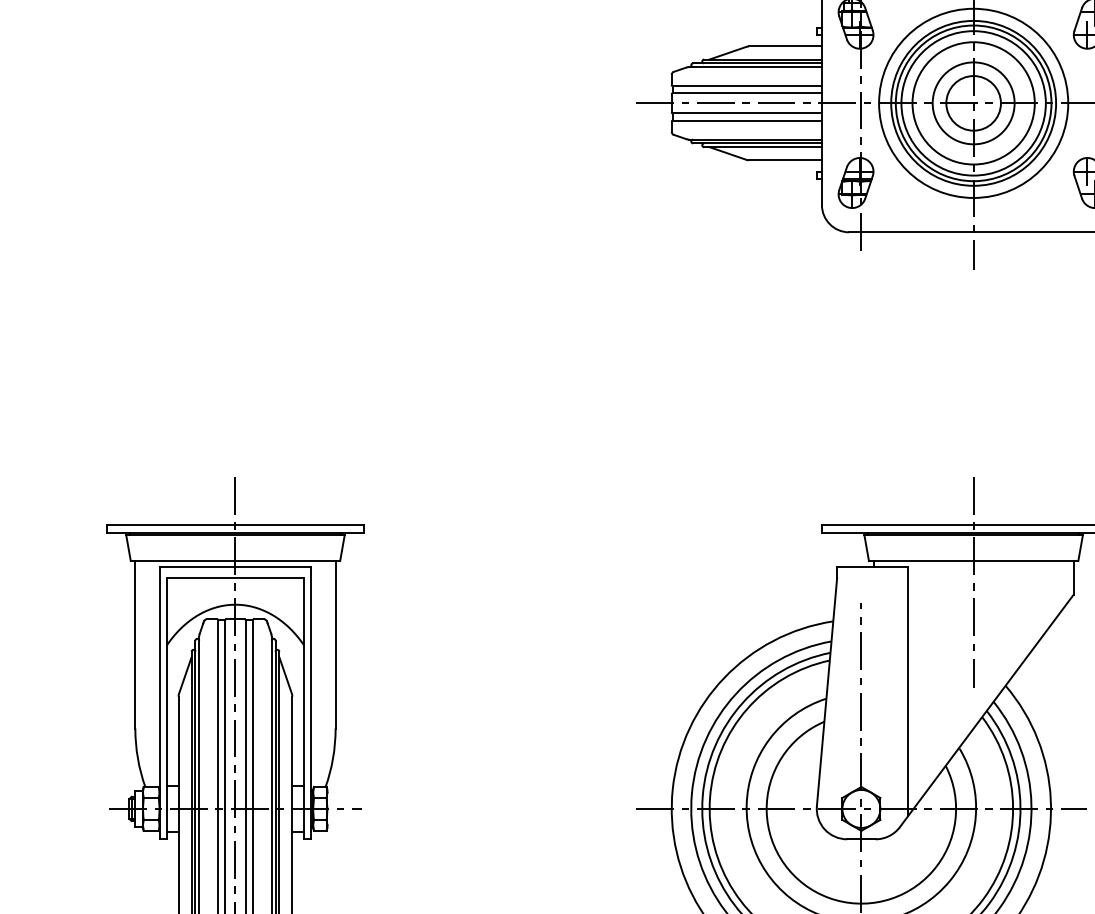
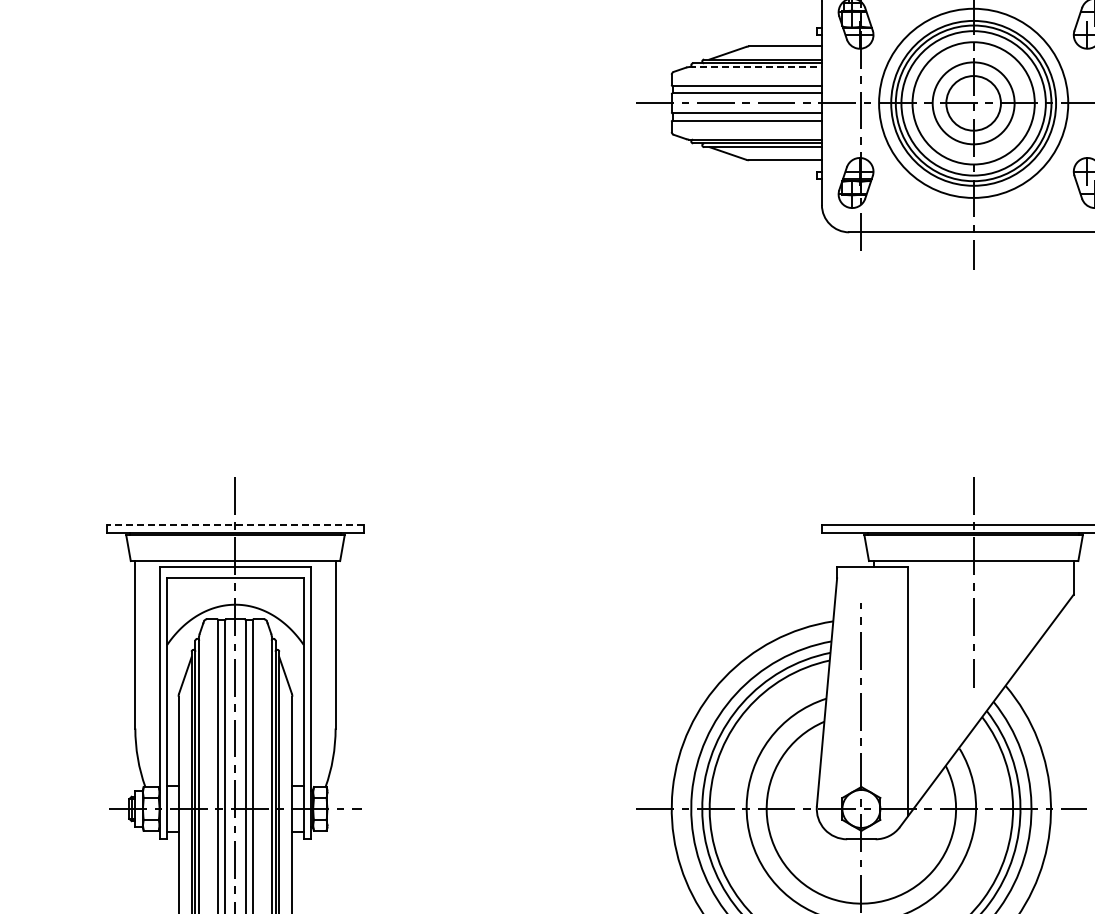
line at (756, 67): solid -> dashed
line at (235, 525): solid -> dashed
